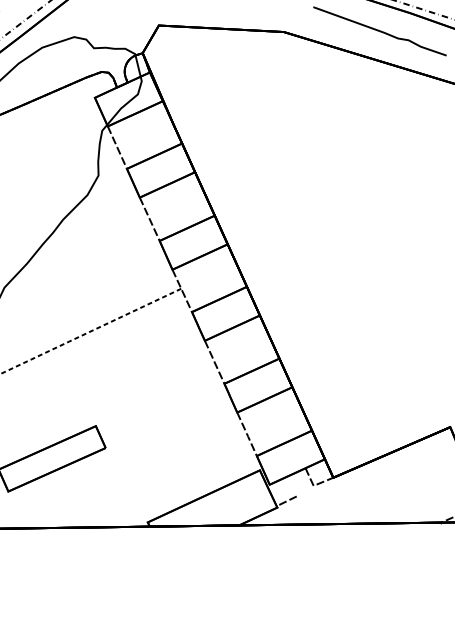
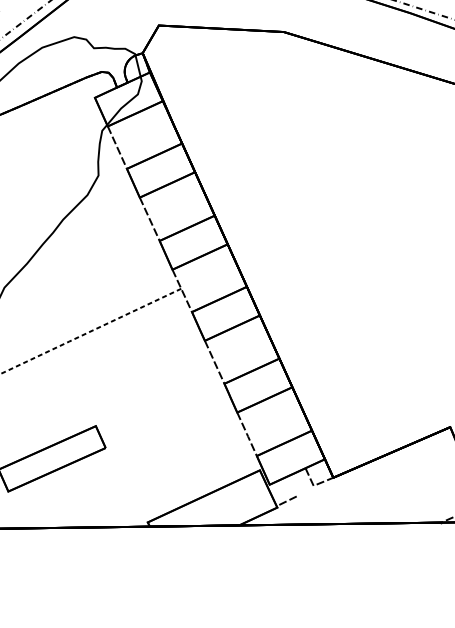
curve at (379, 31): present -> none
